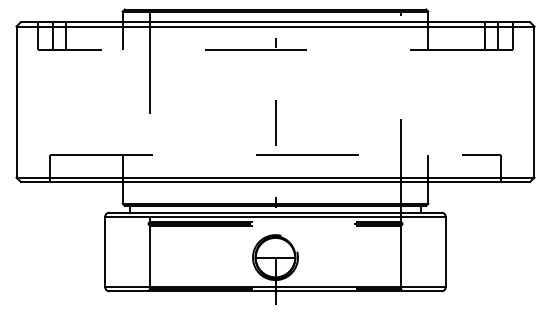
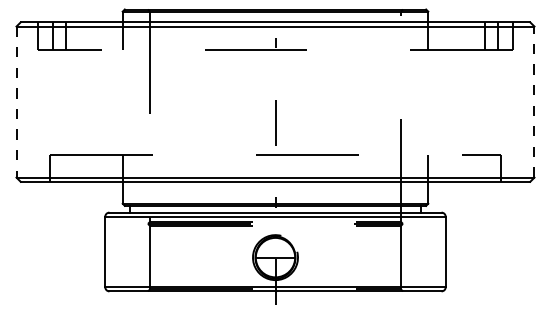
line at (16, 102): solid -> dashed
line at (534, 102): solid -> dashed
